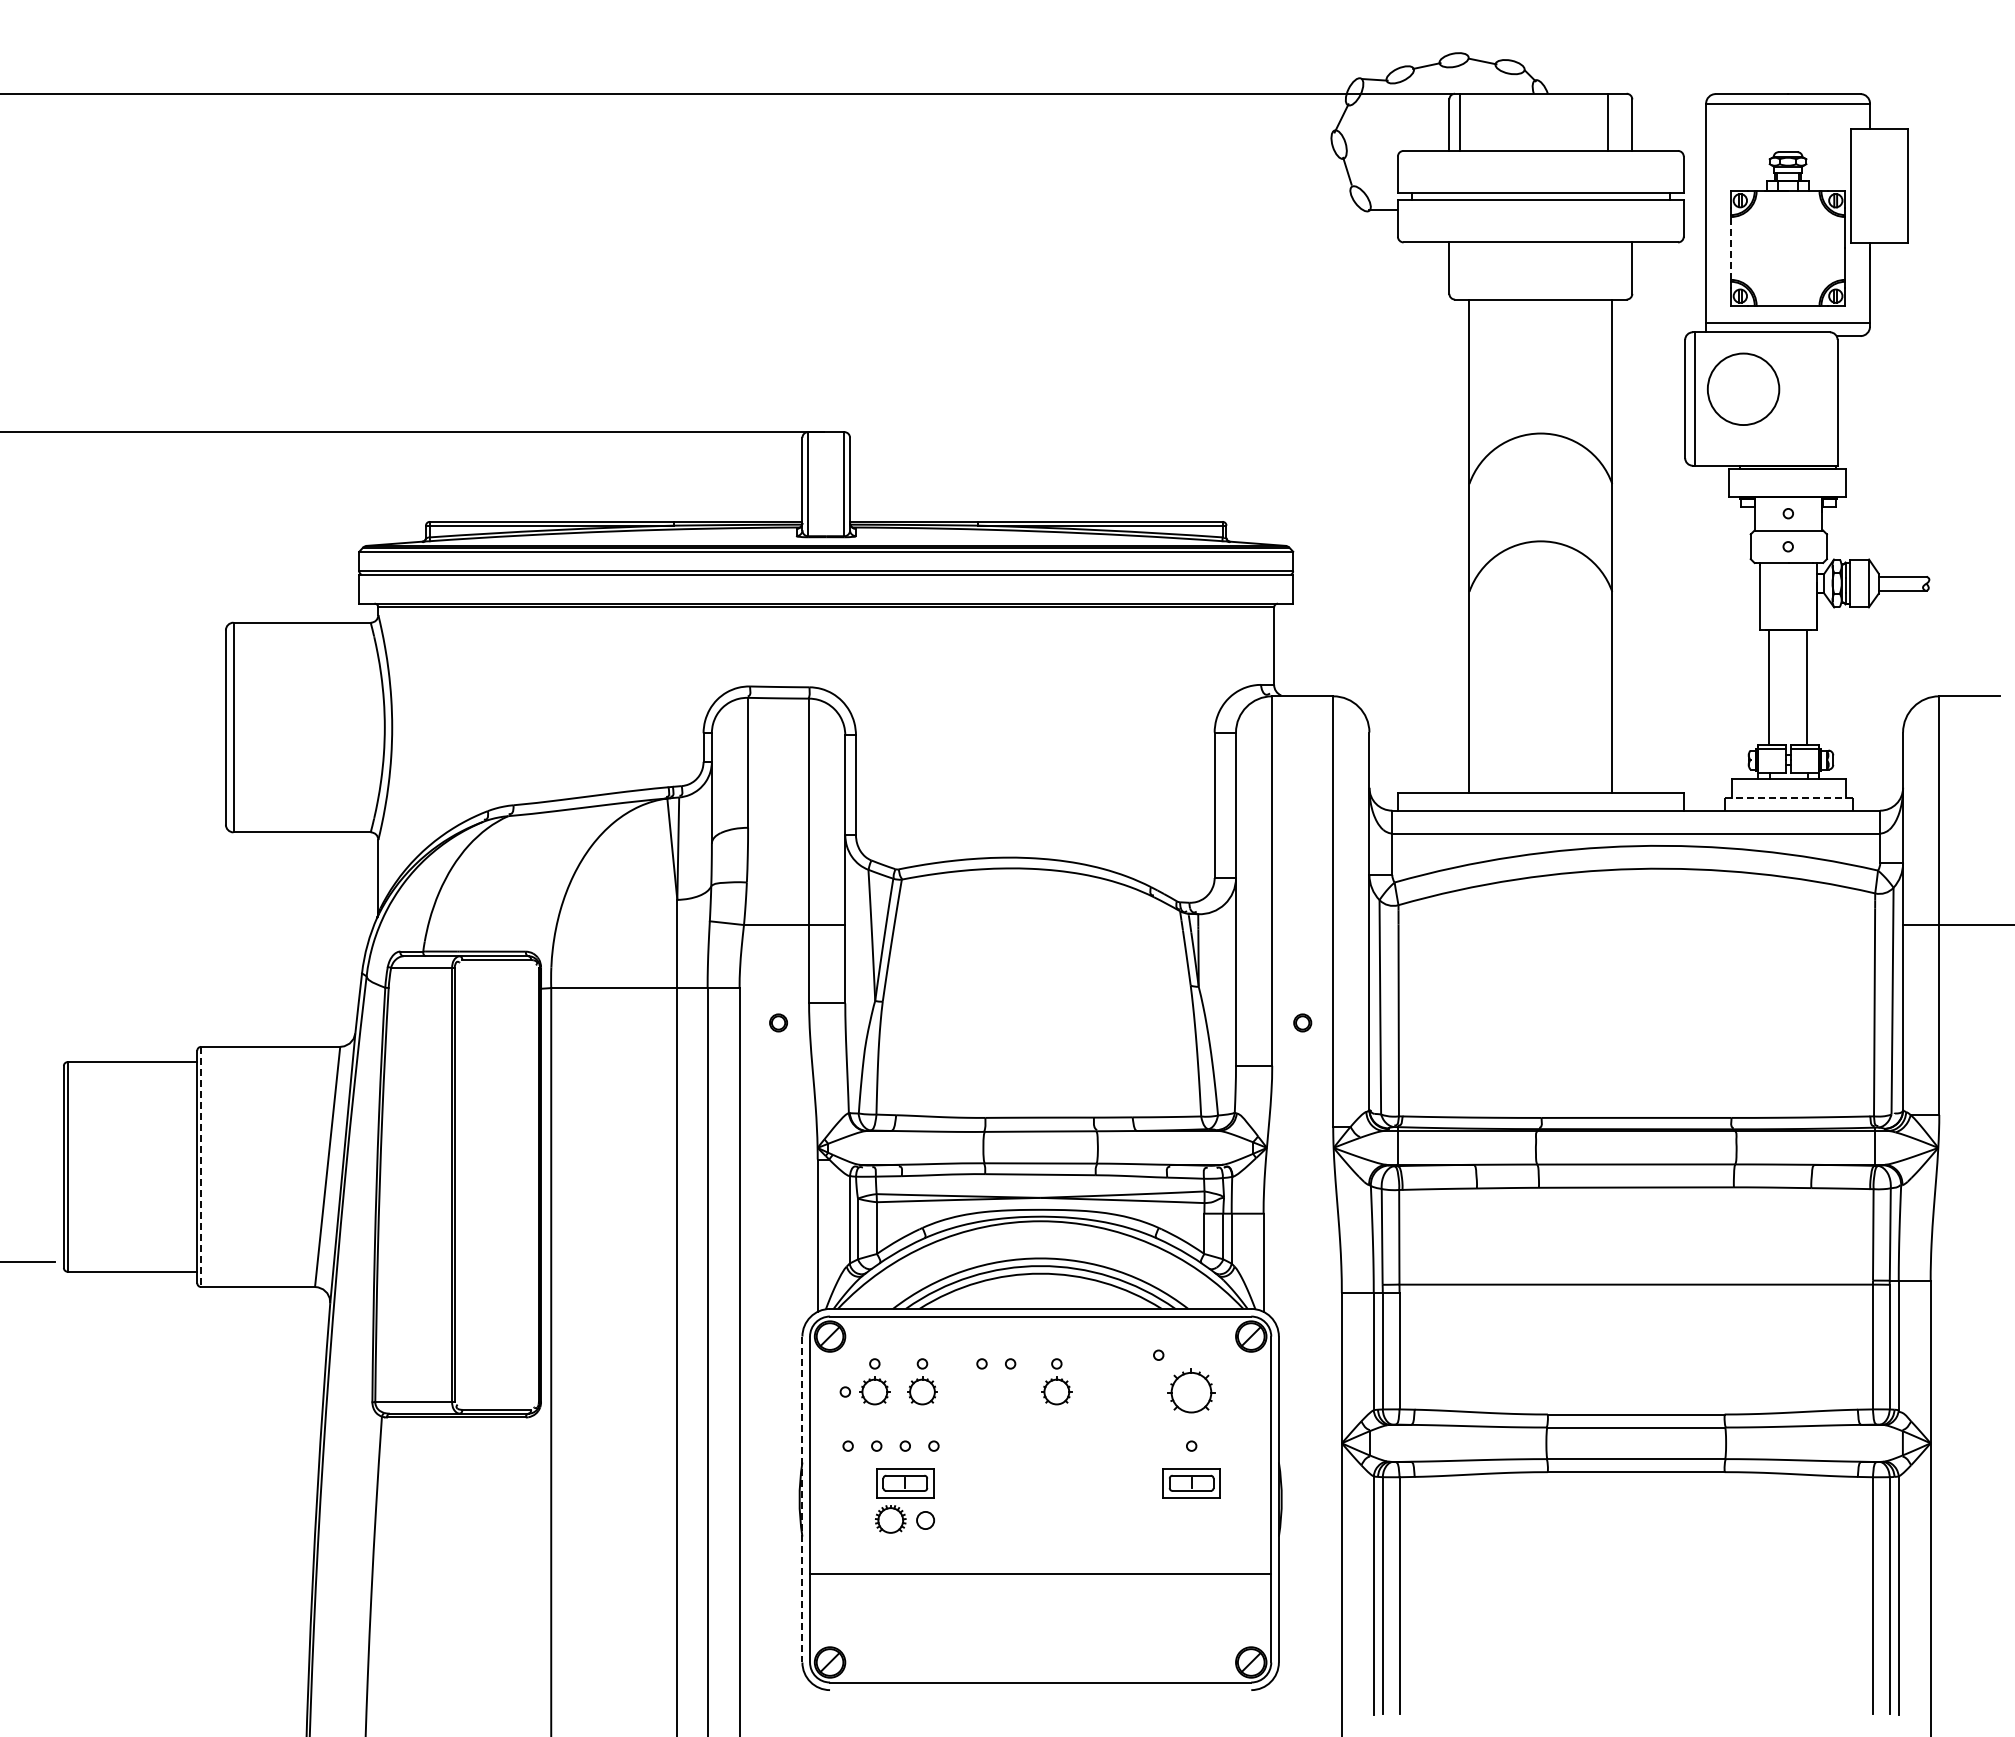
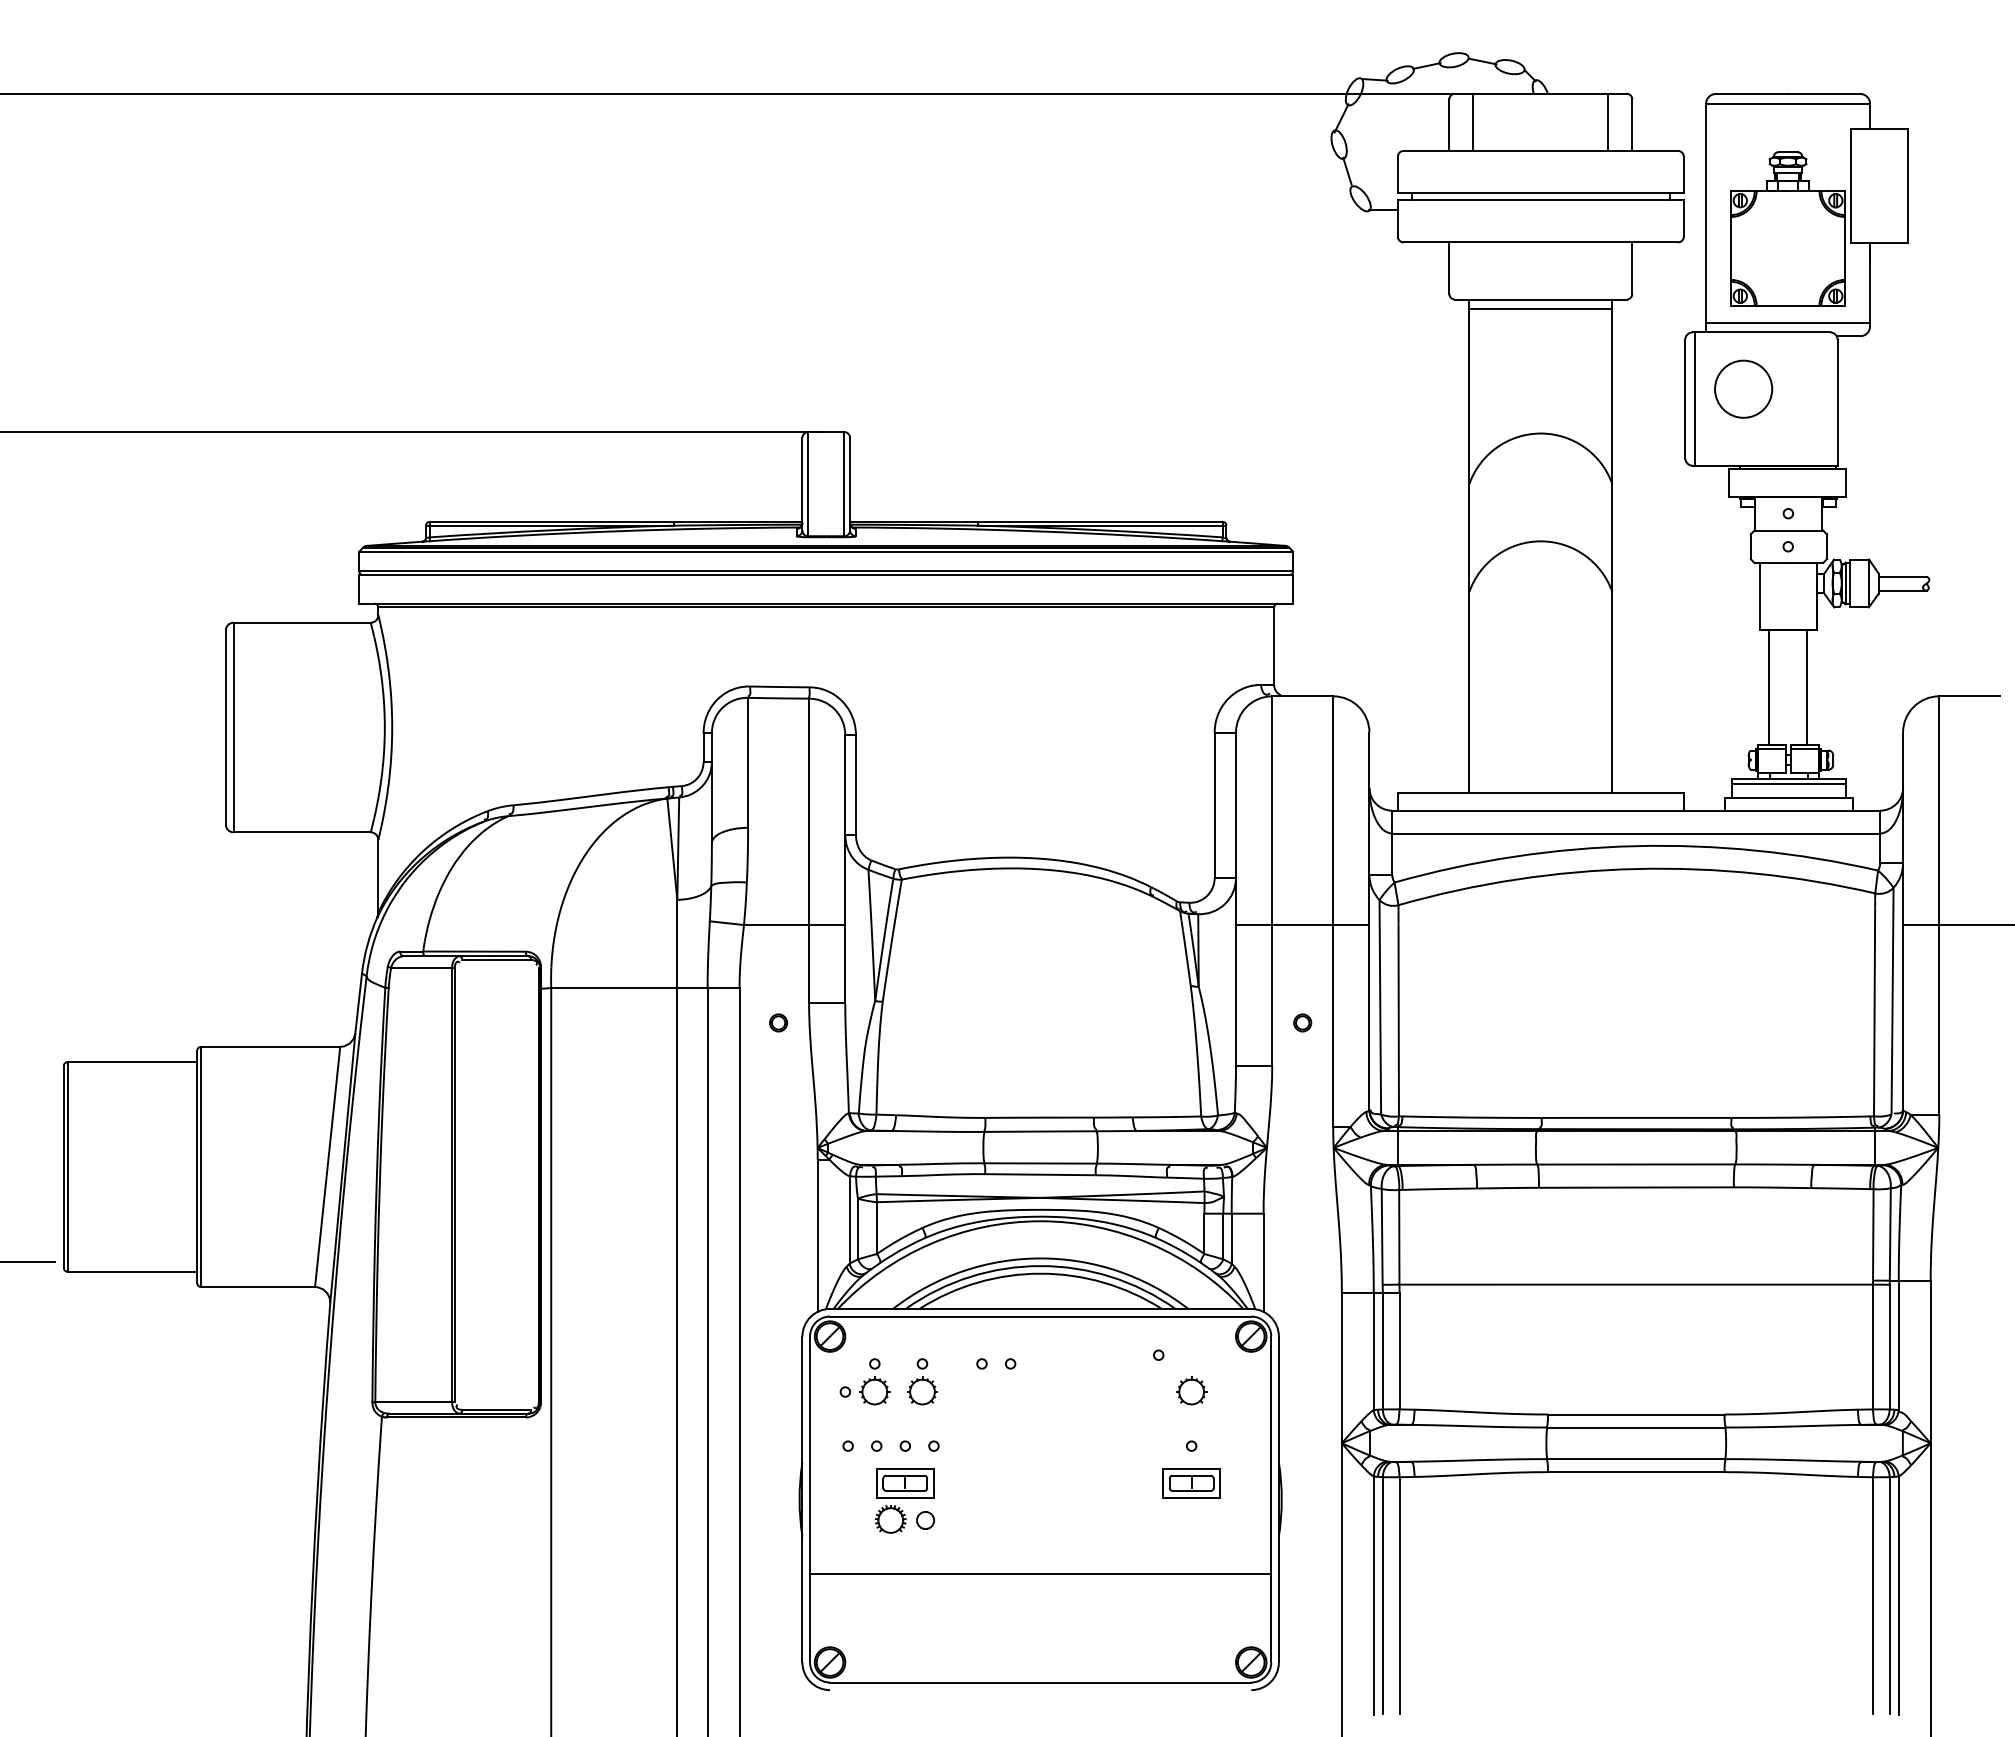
line at (1460, 121) position: (1460, 121) -> (1473, 121)
line at (1730, 247): dashed -> solid
line at (1540, 309): none -> present
circle at (1743, 388) size: 75x74 px -> 60x60 px
line at (1788, 783): none -> present
line at (1788, 798): dashed -> solid
line at (1302, 925): none -> present
line at (201, 1167): dashed -> solid
part at (1056, 1381): present -> none
part at (1191, 1390) size: 49x46 px -> 32x30 px
line at (802, 1499): dashed -> solid
